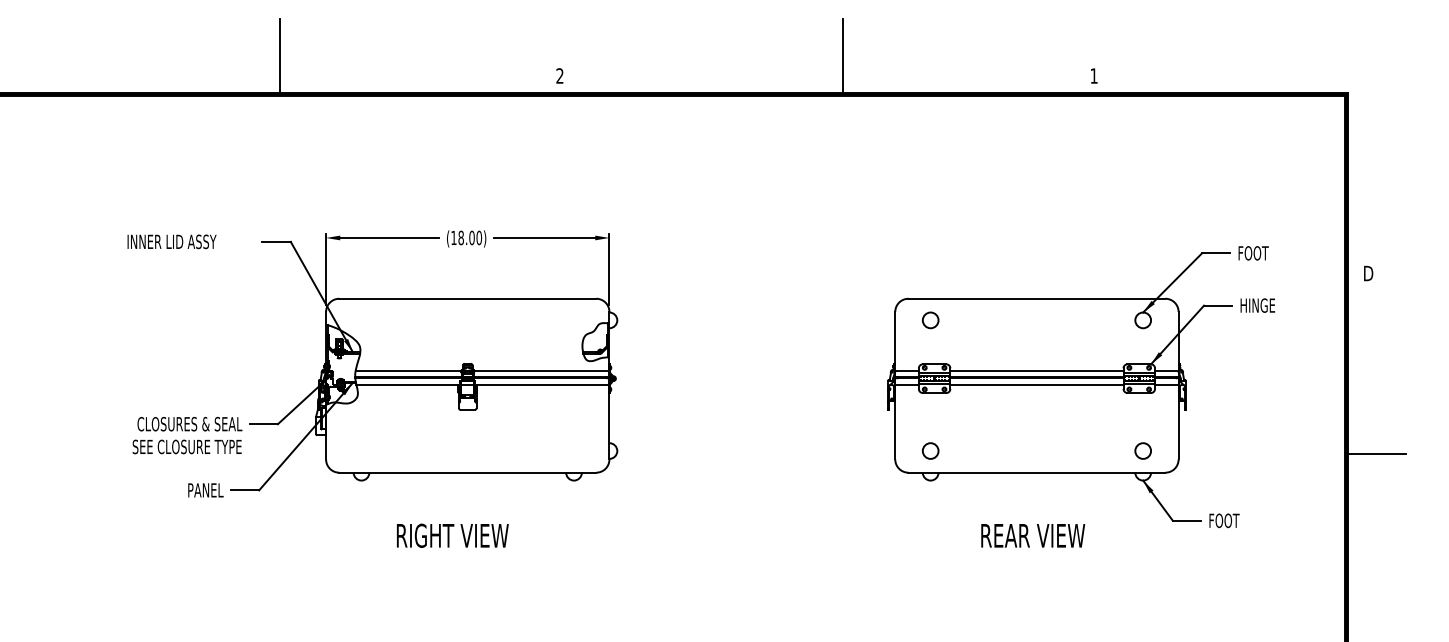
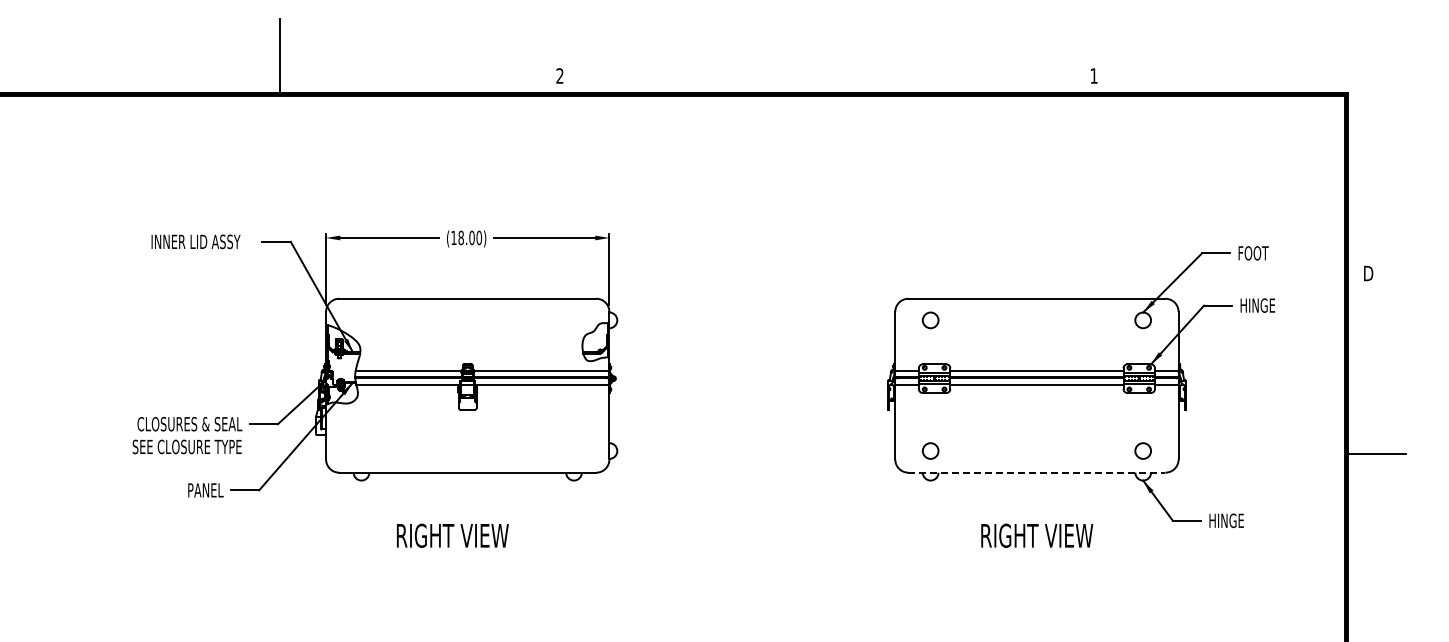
line at (842, 55): present -> none
text at (171, 241) position: (171, 241) -> (195, 241)
line at (1037, 472): solid -> dashed
text at (1226, 520): FOOT -> HINGE
text at (1044, 535): REAR VIEW -> RIGHT VIEW
